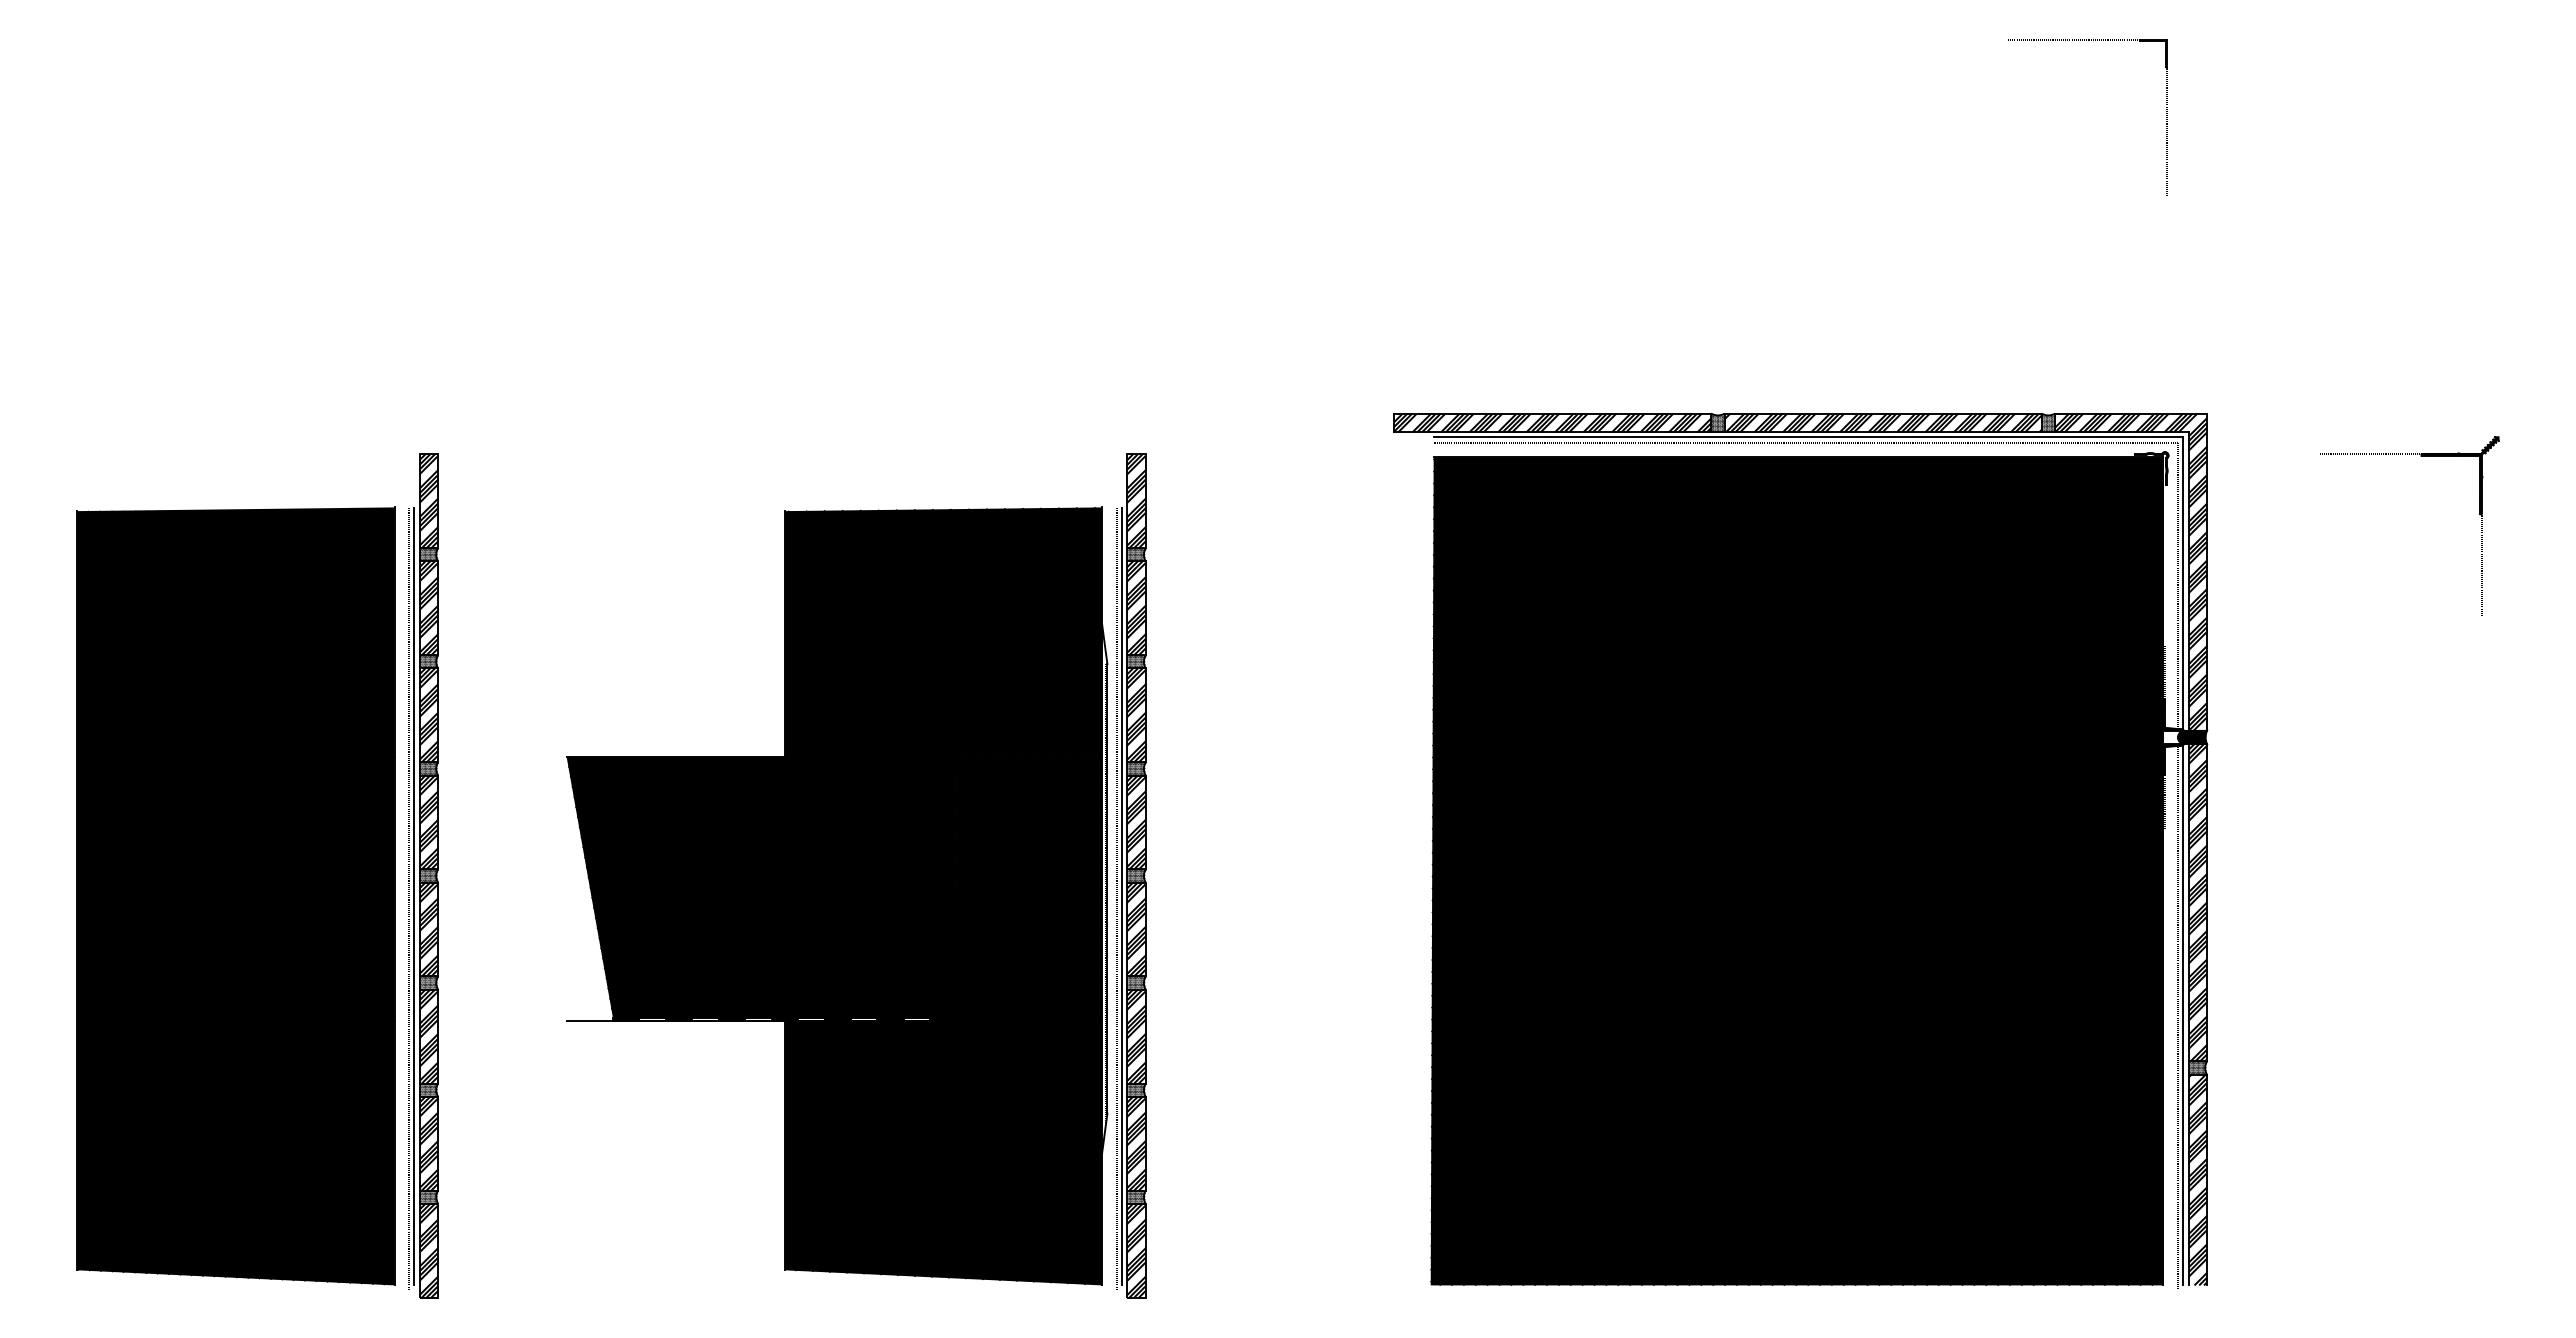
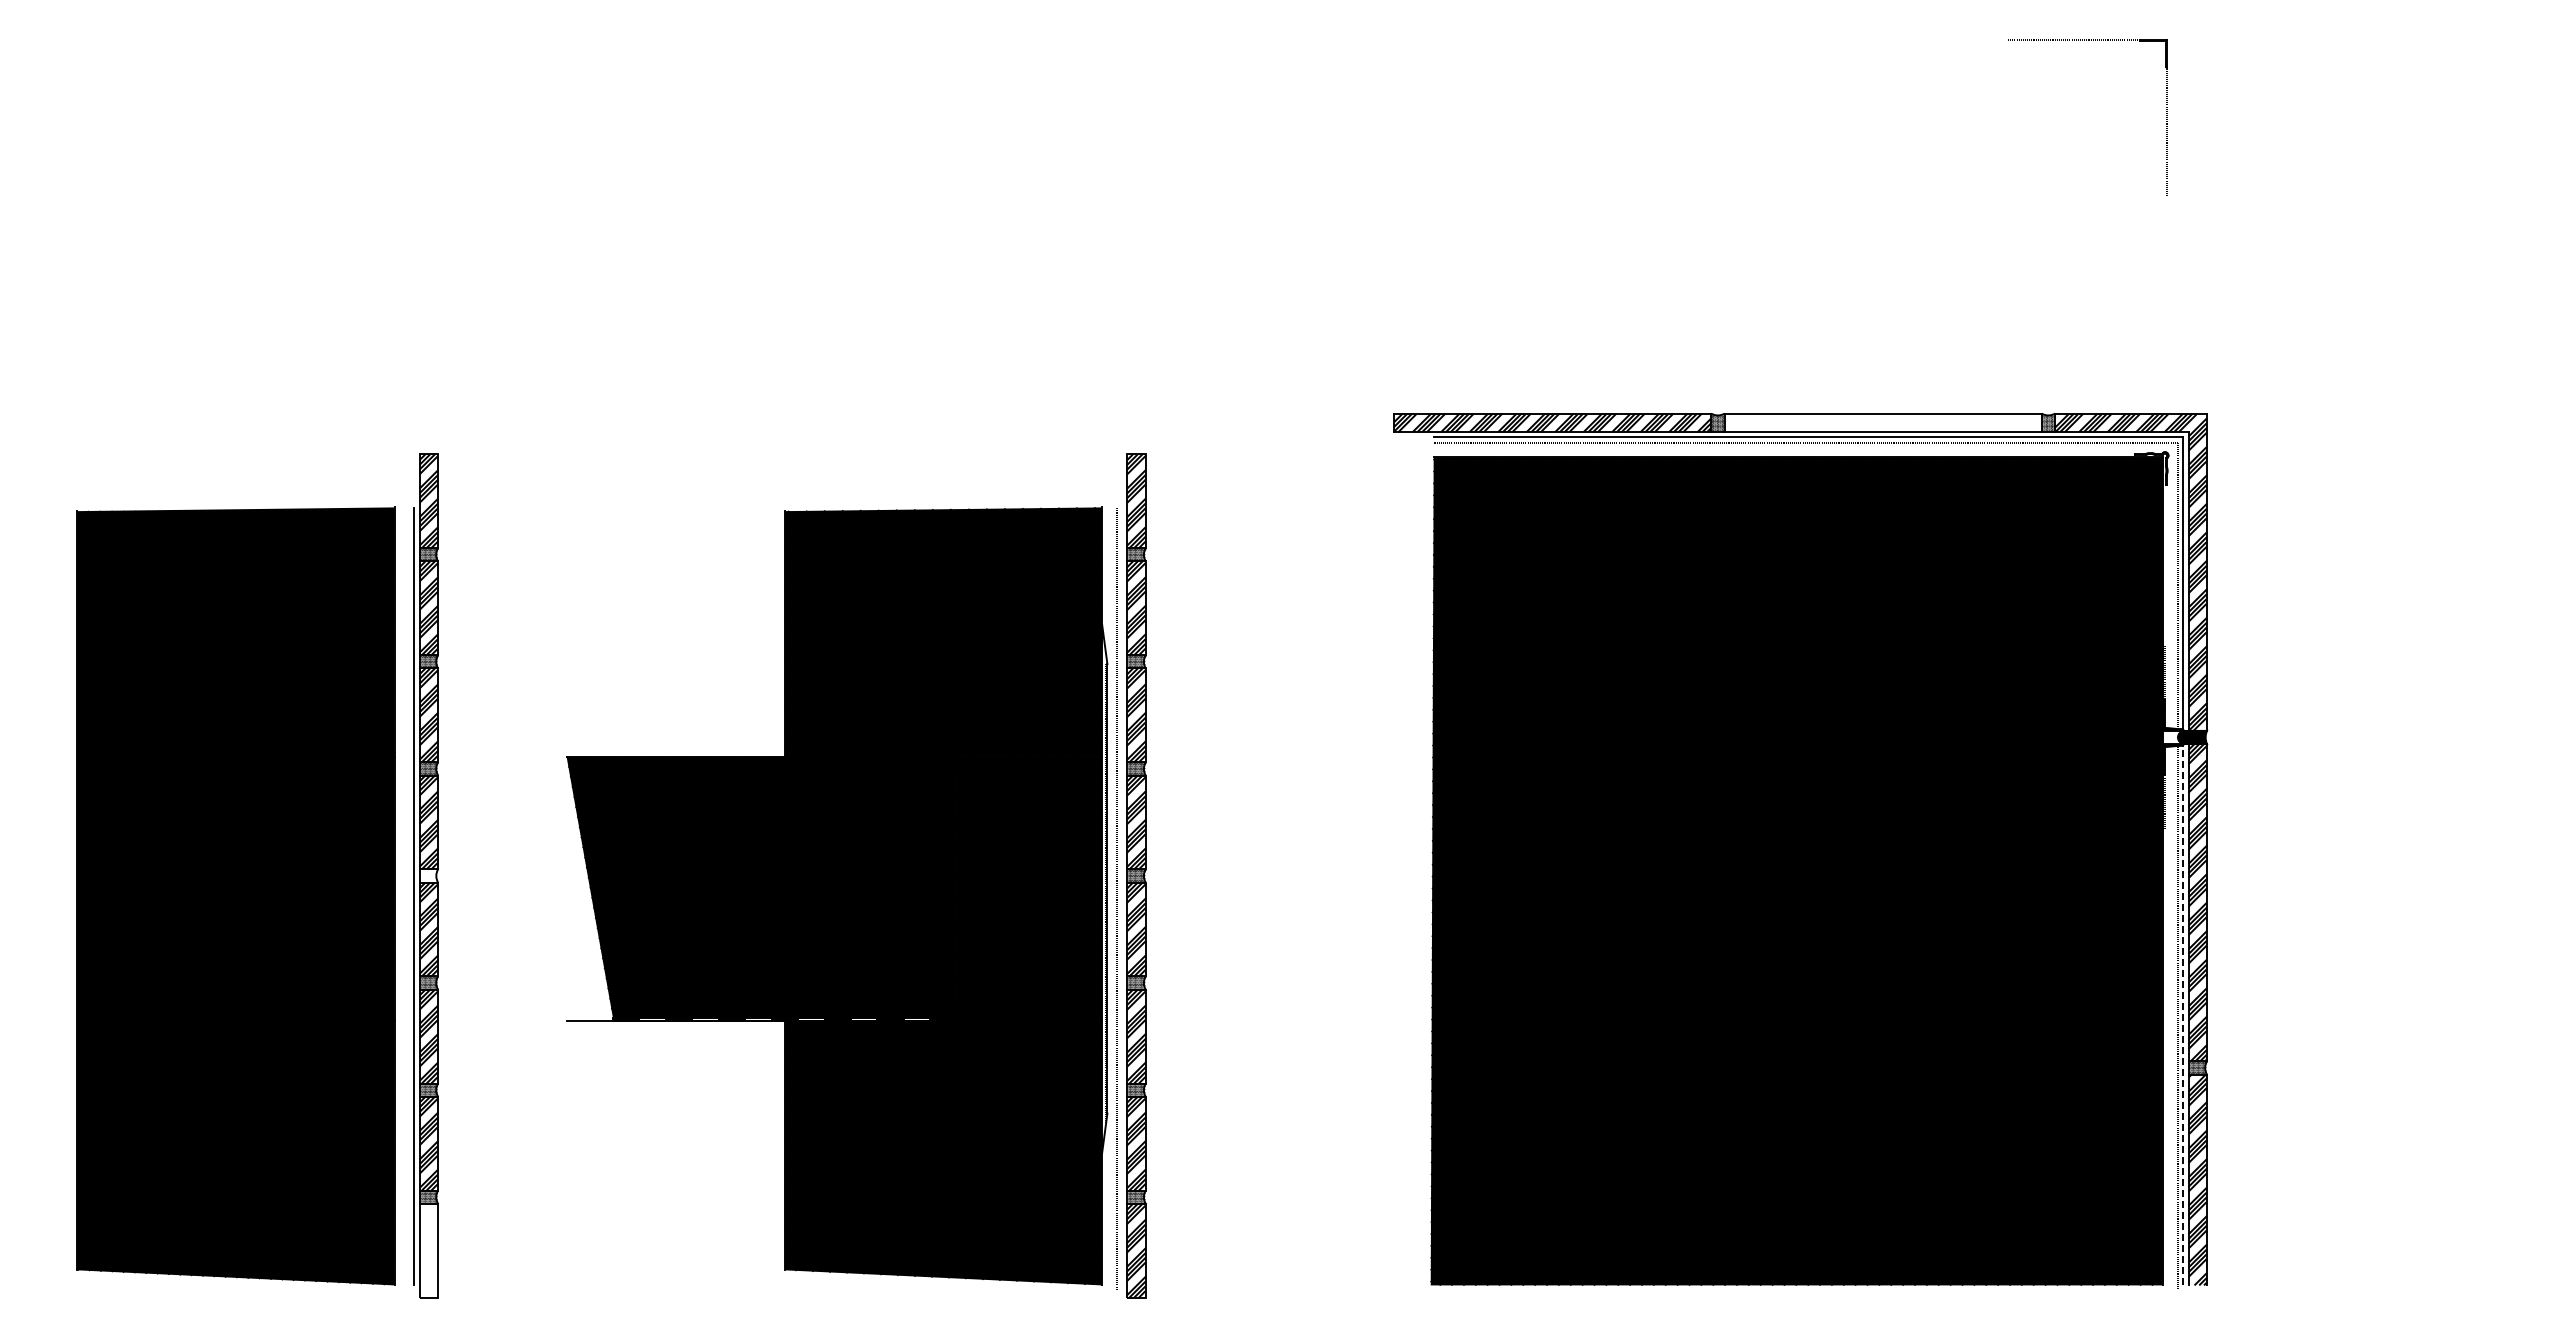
hatch at (1882, 422): present -> none
part at (2420, 456): present -> none
hatch at (428, 875): present -> none
line at (1121, 896): present -> none
line at (409, 898): present -> none
line at (2183, 1015): solid -> dashed
hatch at (428, 1250): present -> none
